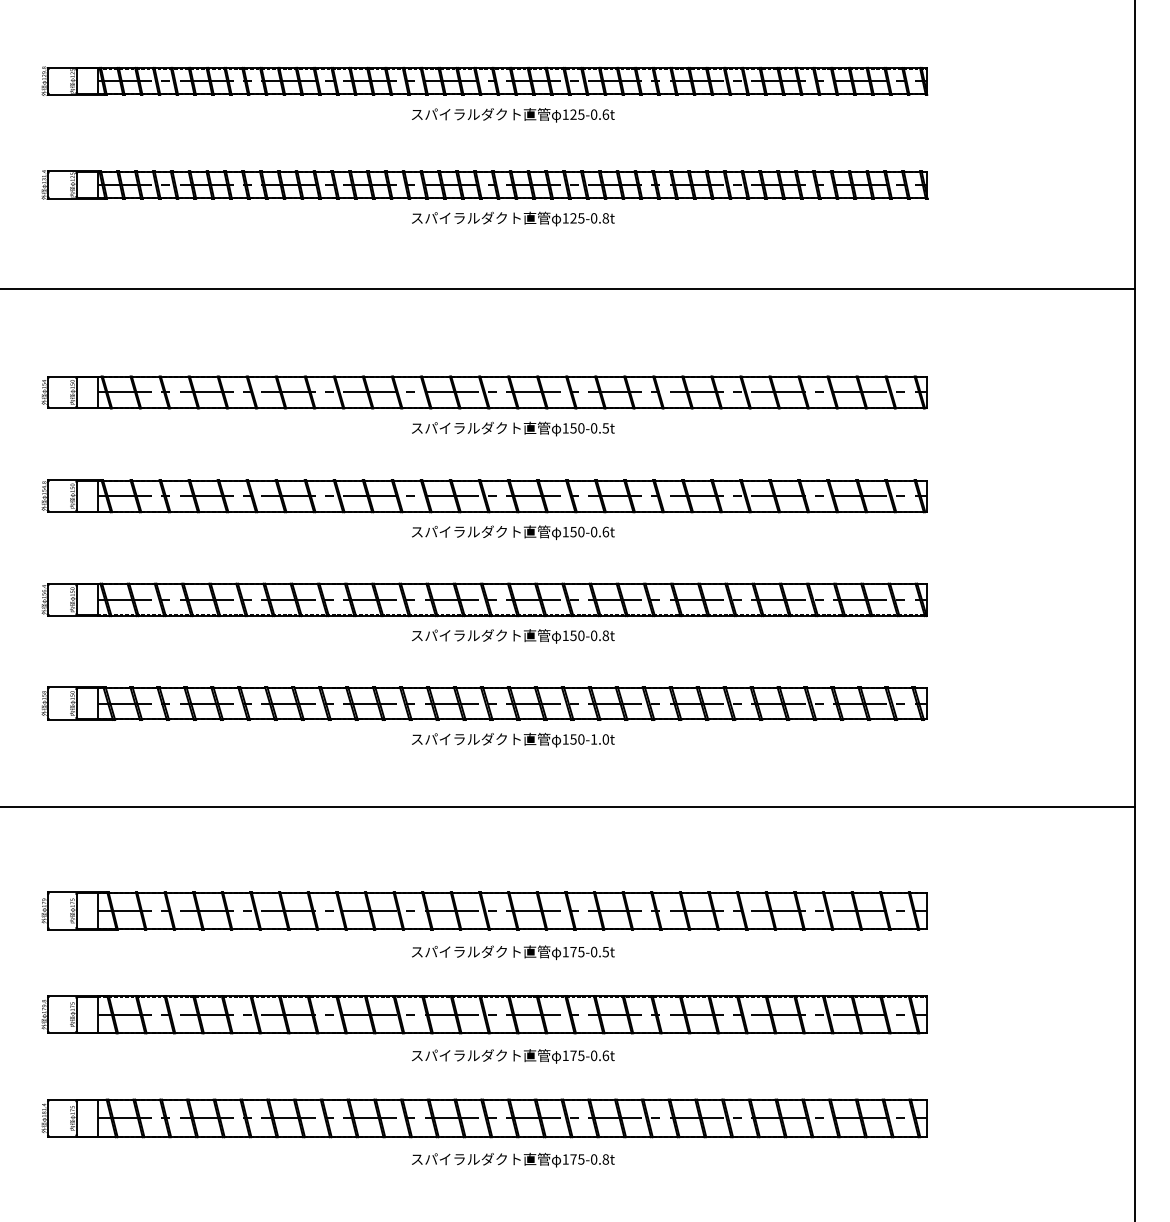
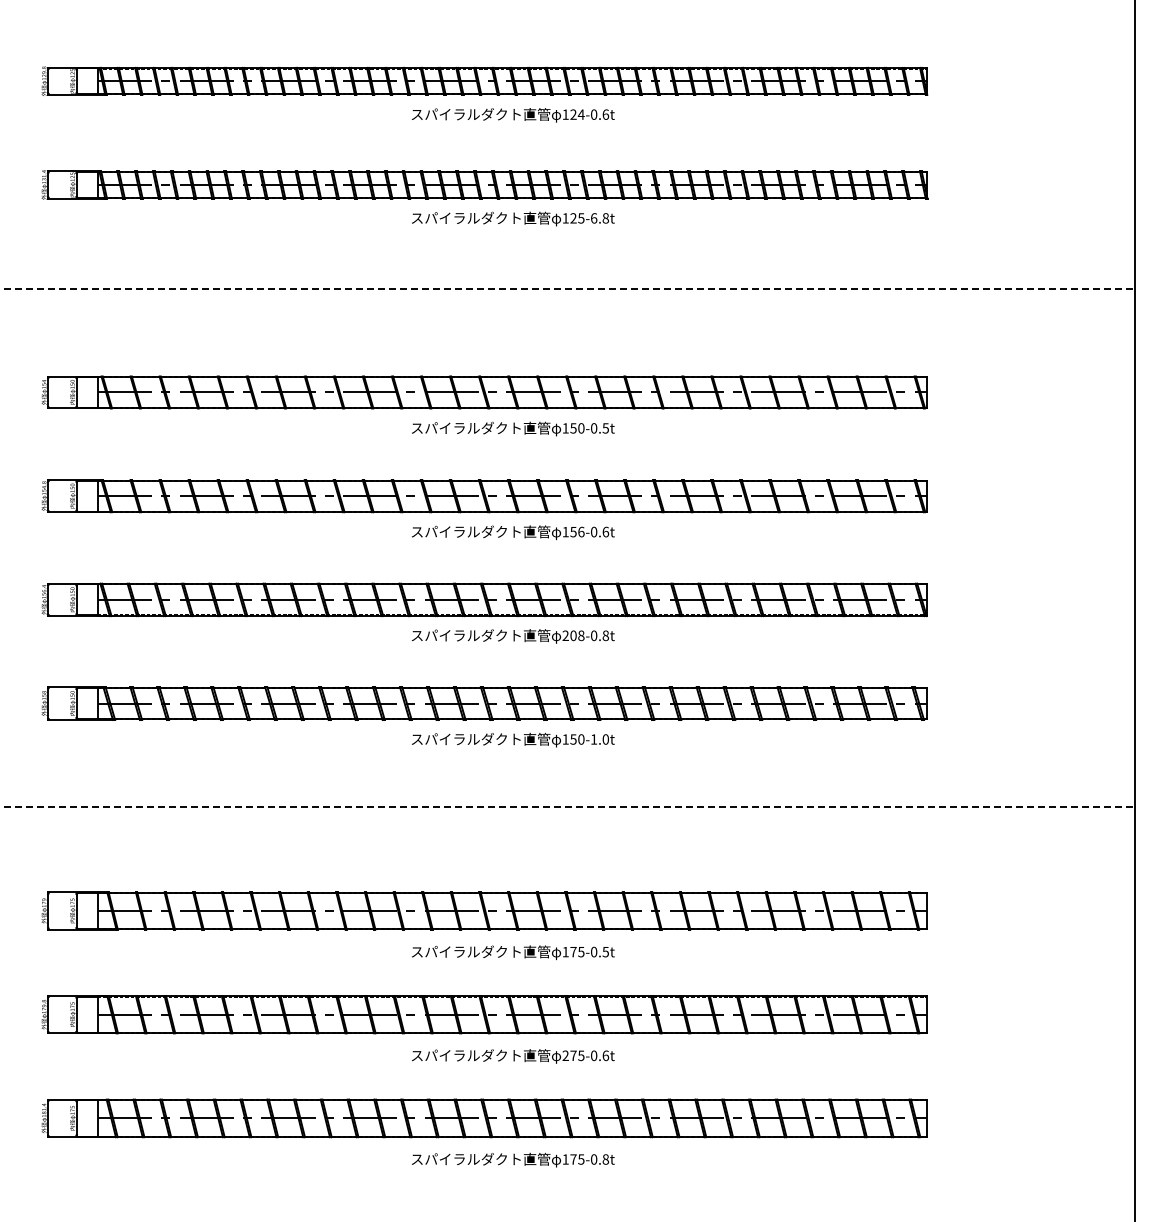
text at (580, 114): 125-0.6t -> 124-0.6t
text at (594, 218): 125-0.8t -> 125-6.8t
line at (568, 288): solid -> dashed
text at (581, 531): 150-0.6t -> 156-0.6t
text at (573, 635): 150-0.8t -> 208-0.8t
line at (568, 807): solid -> dashed
text at (565, 1055): 175-0.6t -> 275-0.6t
